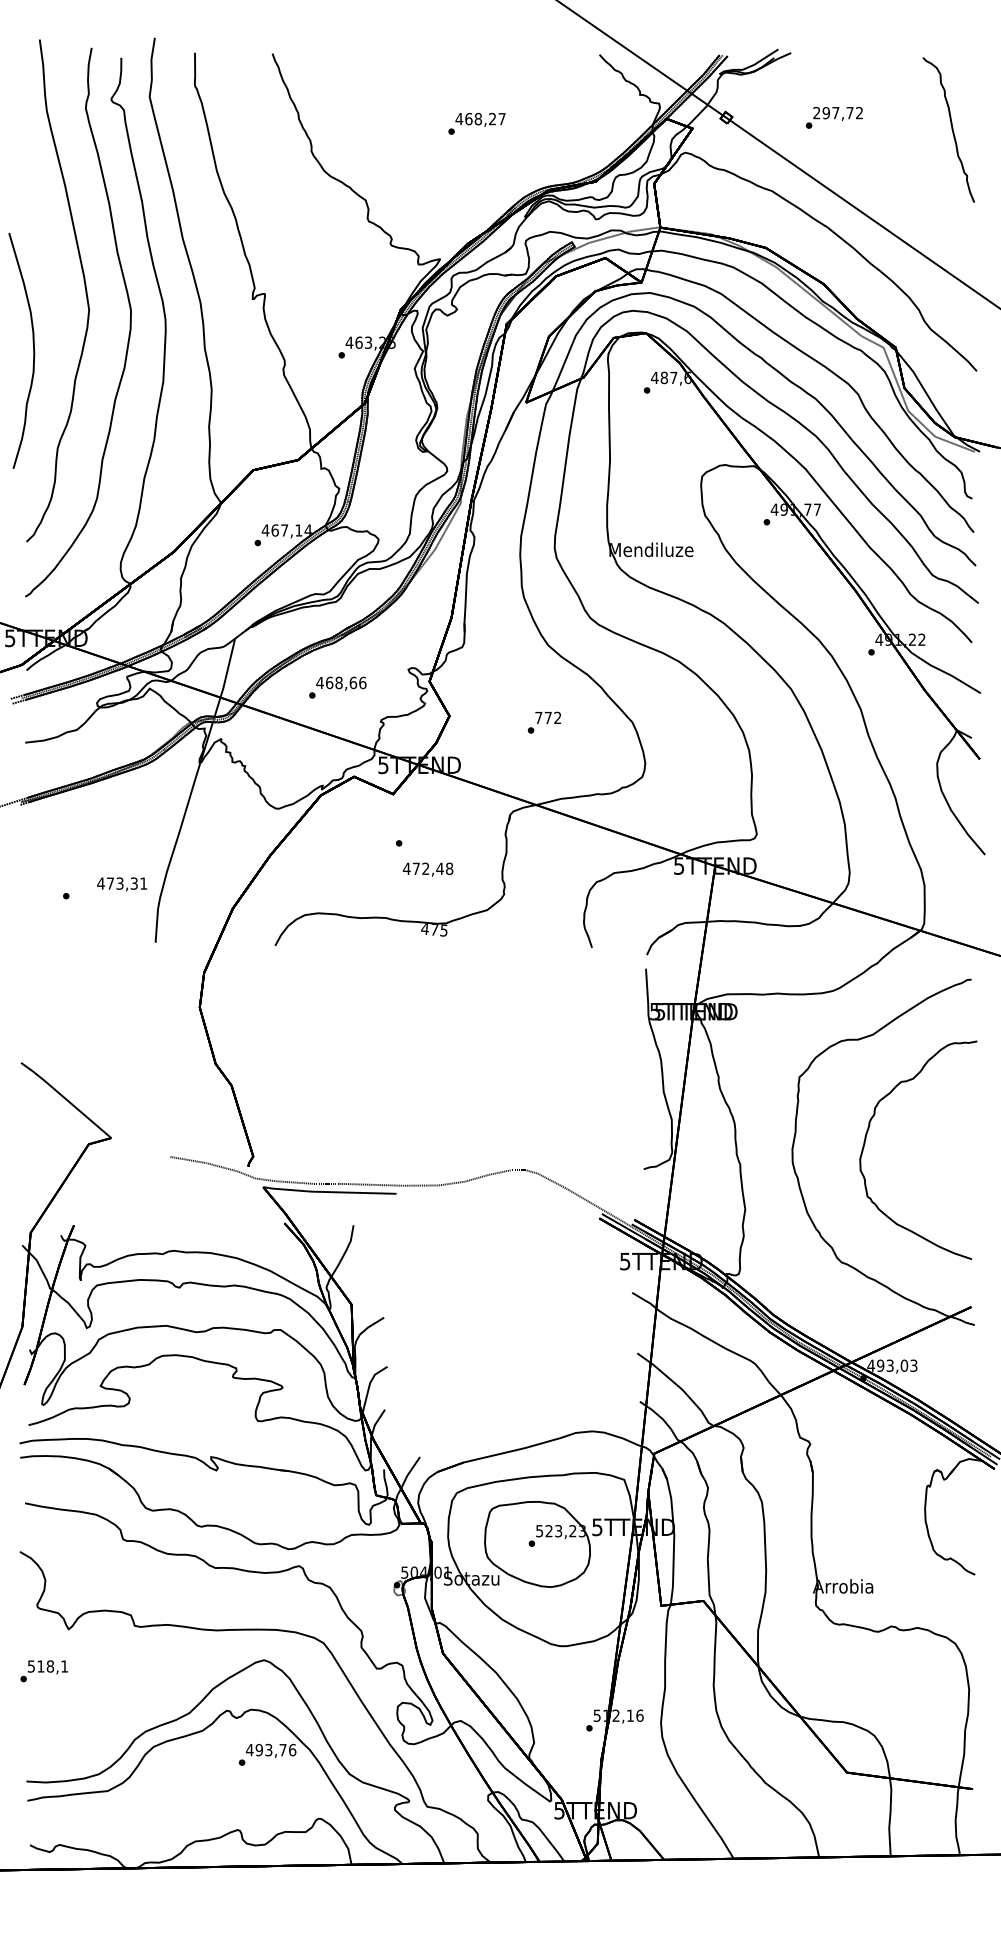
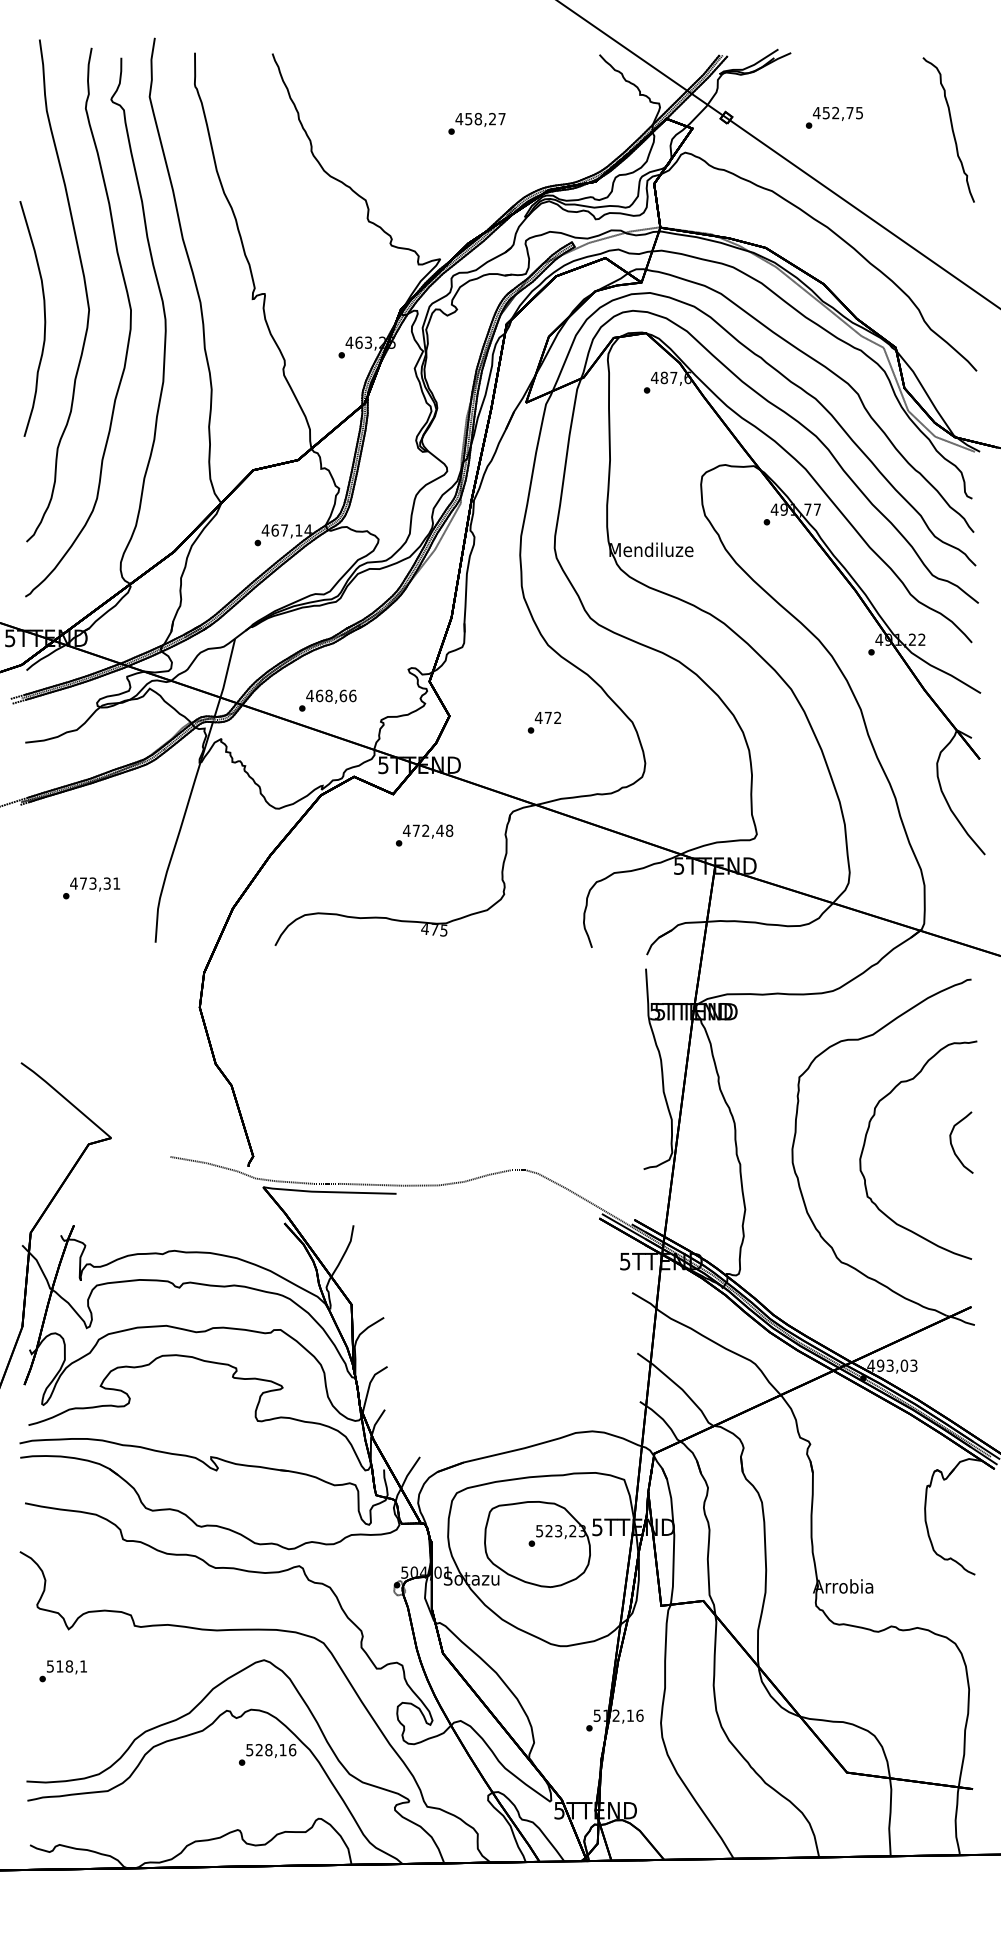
text at (837, 112): 297,72 -> 452,75
text at (468, 118): 468,27 -> 458,27
part at (33, 350) position: (33, 350) -> (44, 318)
text at (337, 687) position: (337, 687) -> (327, 700)
text at (538, 717): 772 -> 472
text at (428, 869) position: (428, 869) -> (428, 831)
text at (122, 884) position: (122, 884) -> (95, 884)
curve at (953, 1146): none -> present
text at (43, 1671) position: (43, 1671) -> (62, 1671)
text at (265, 1750): 493,76 -> 528,16
